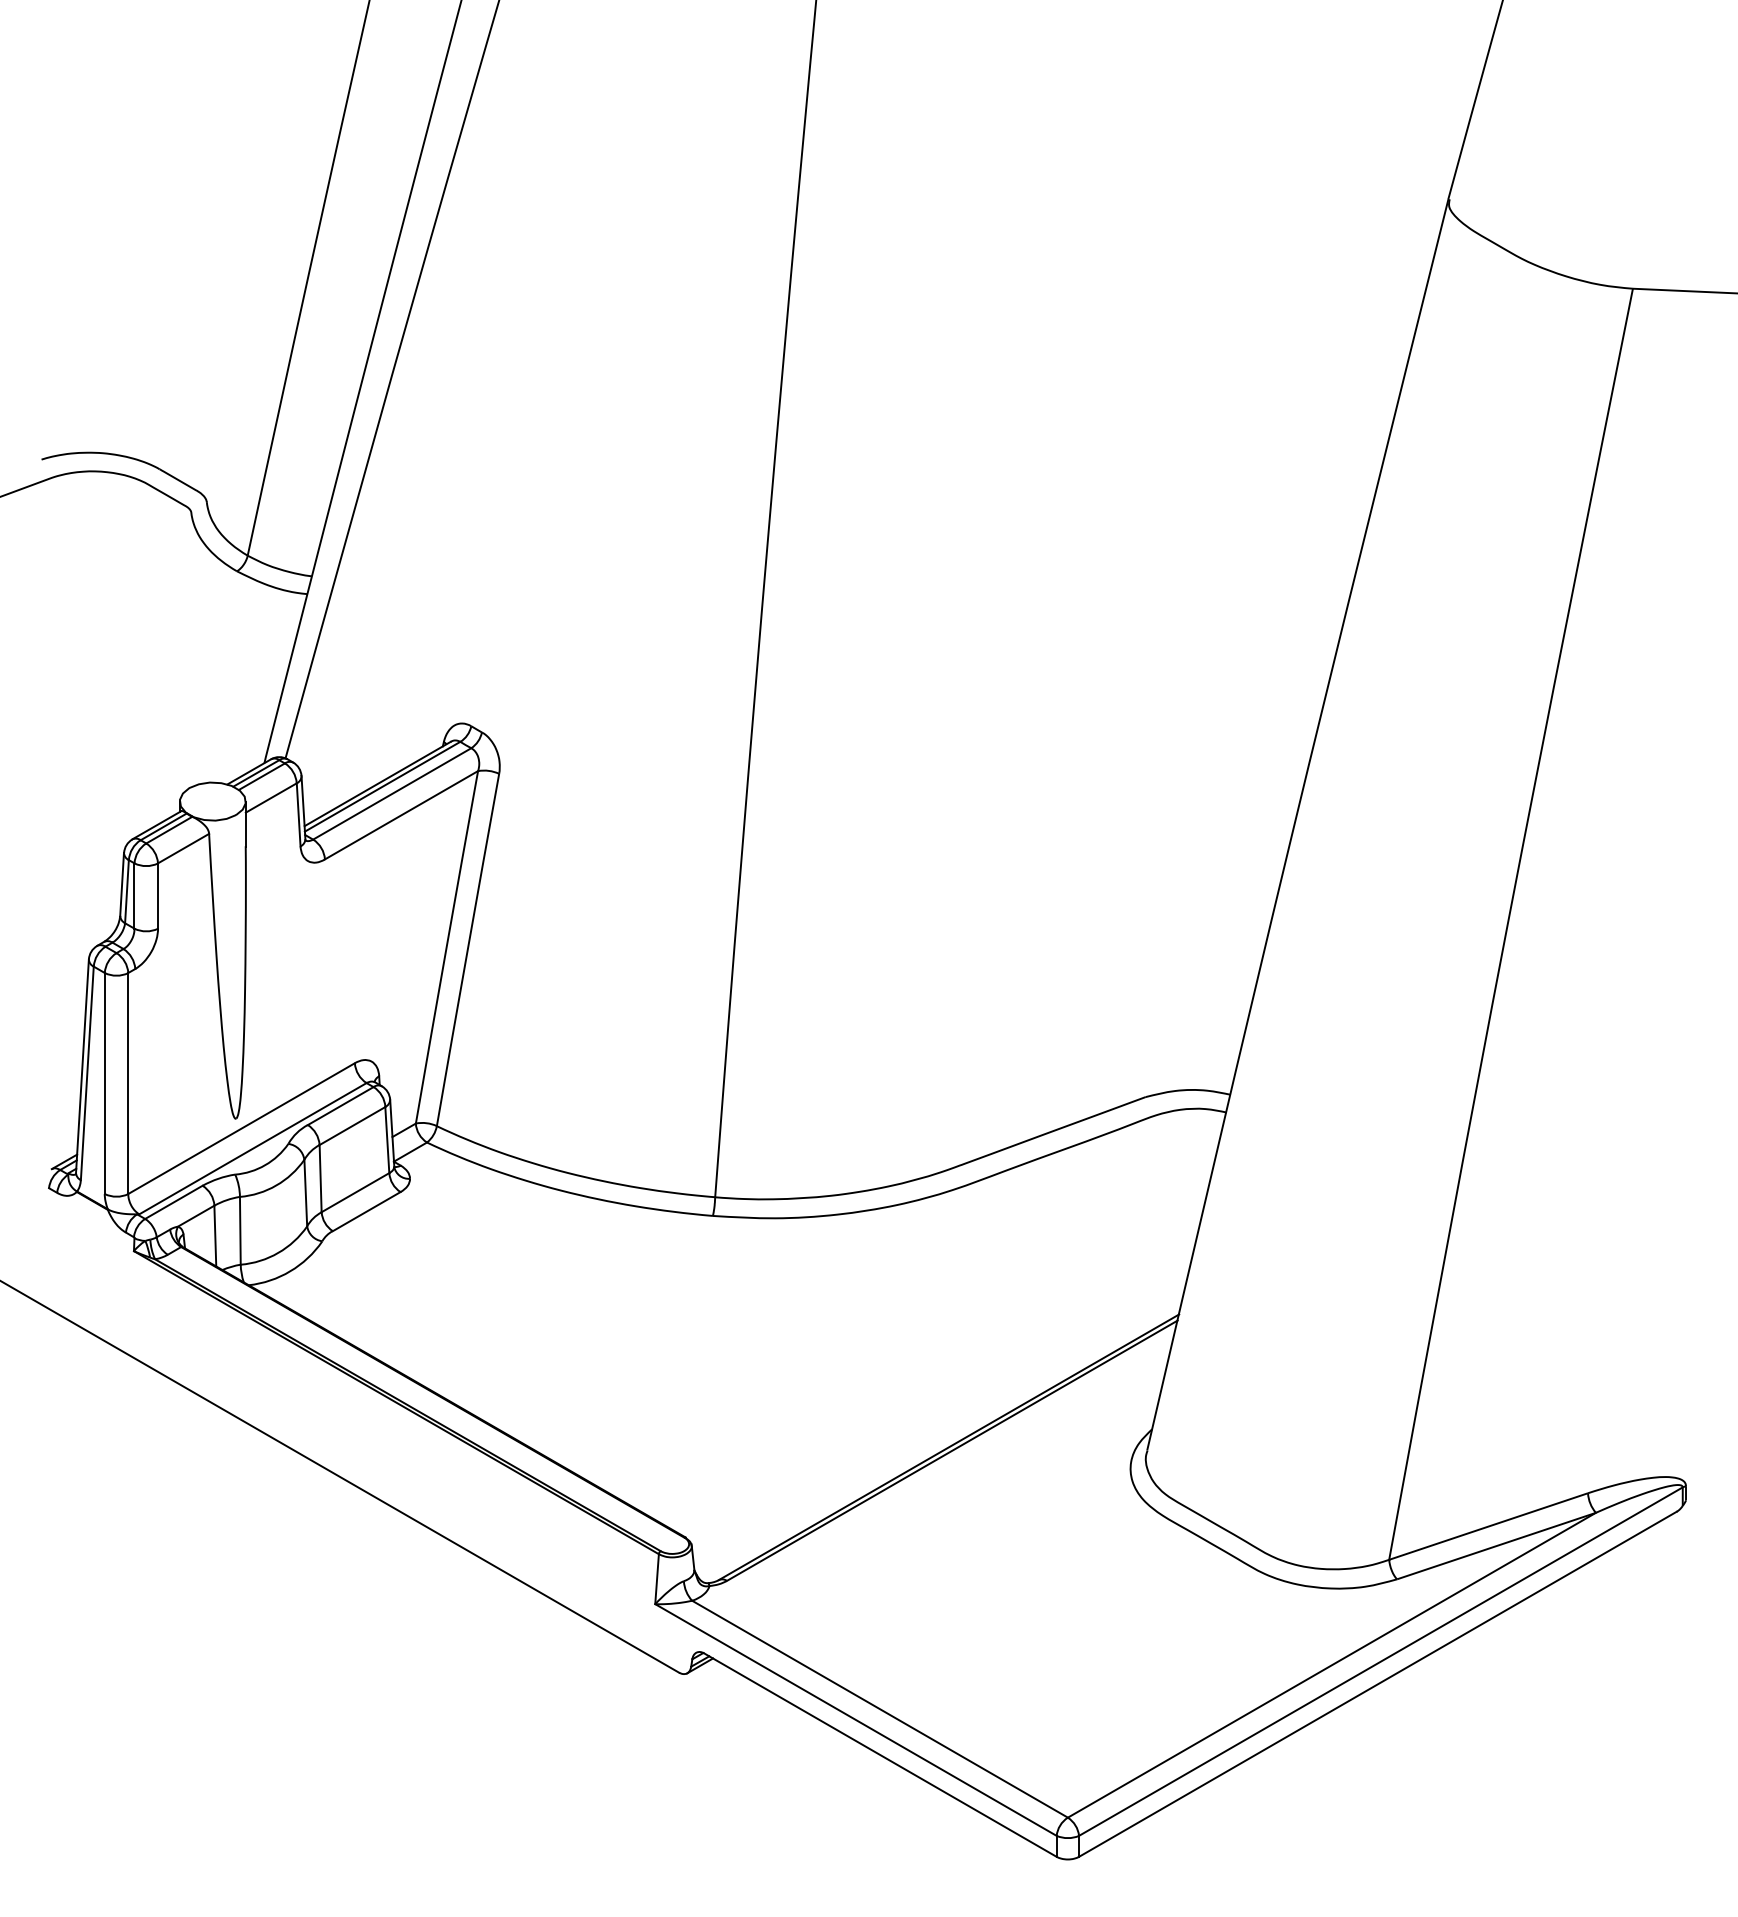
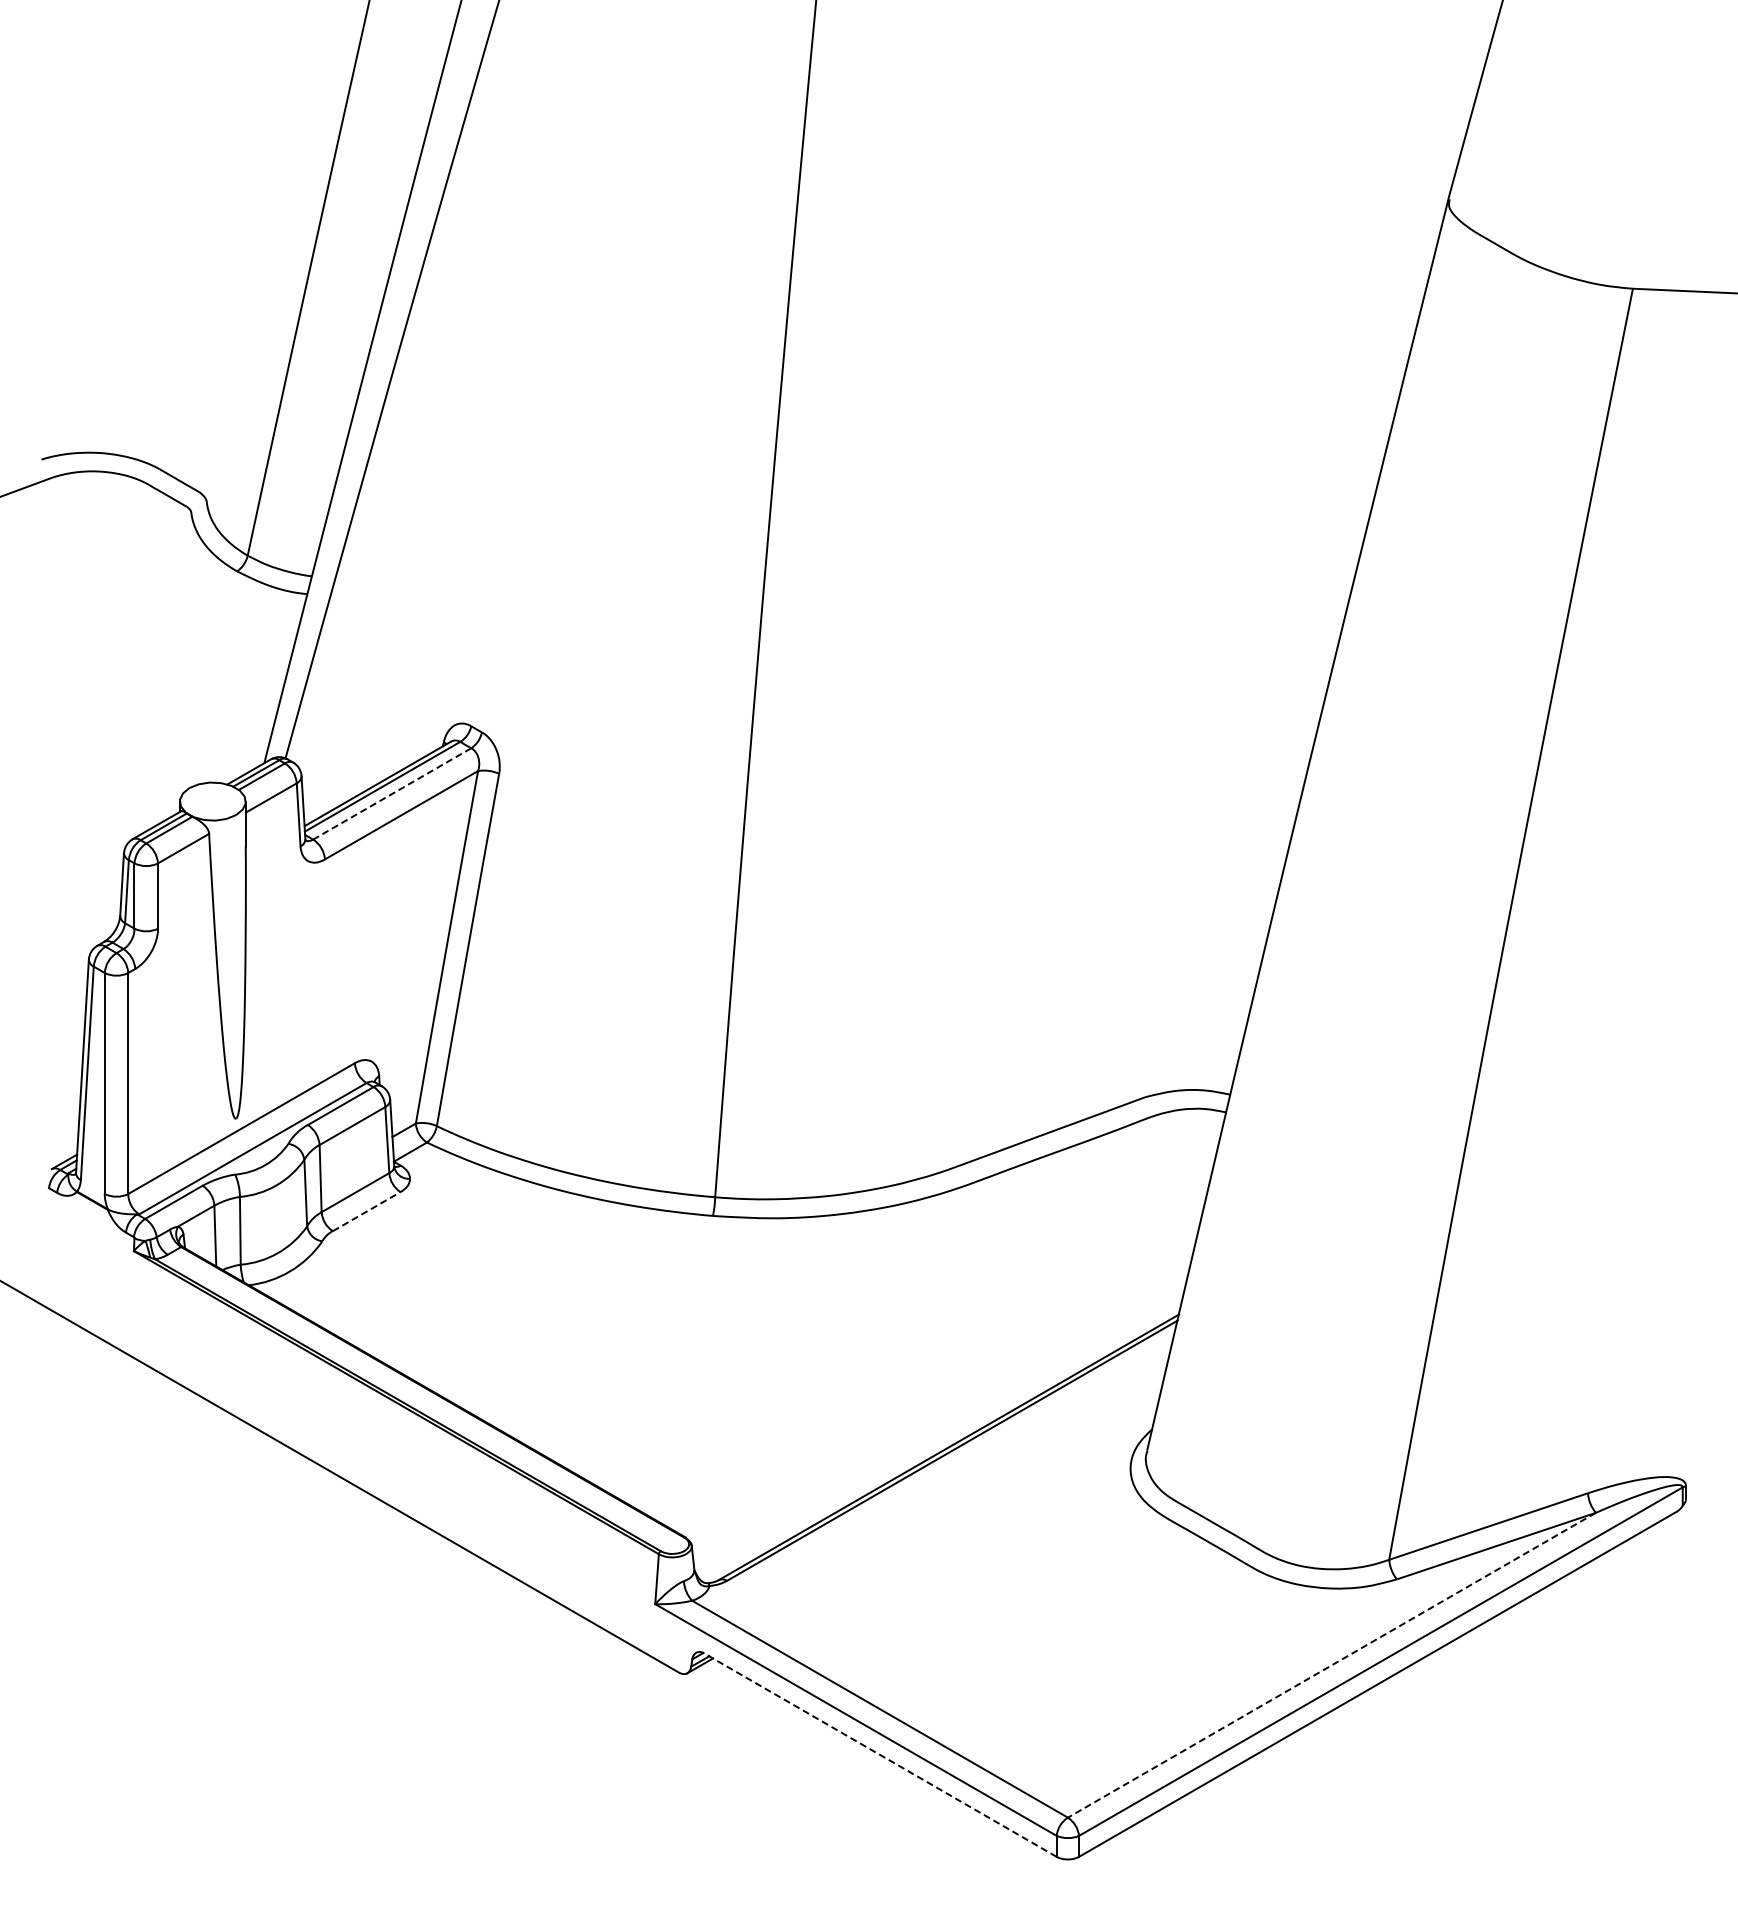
line at (391, 794): solid -> dashed
line at (367, 1211): solid -> dashed
line at (1331, 1665): solid -> dashed
line at (880, 1754): solid -> dashed
